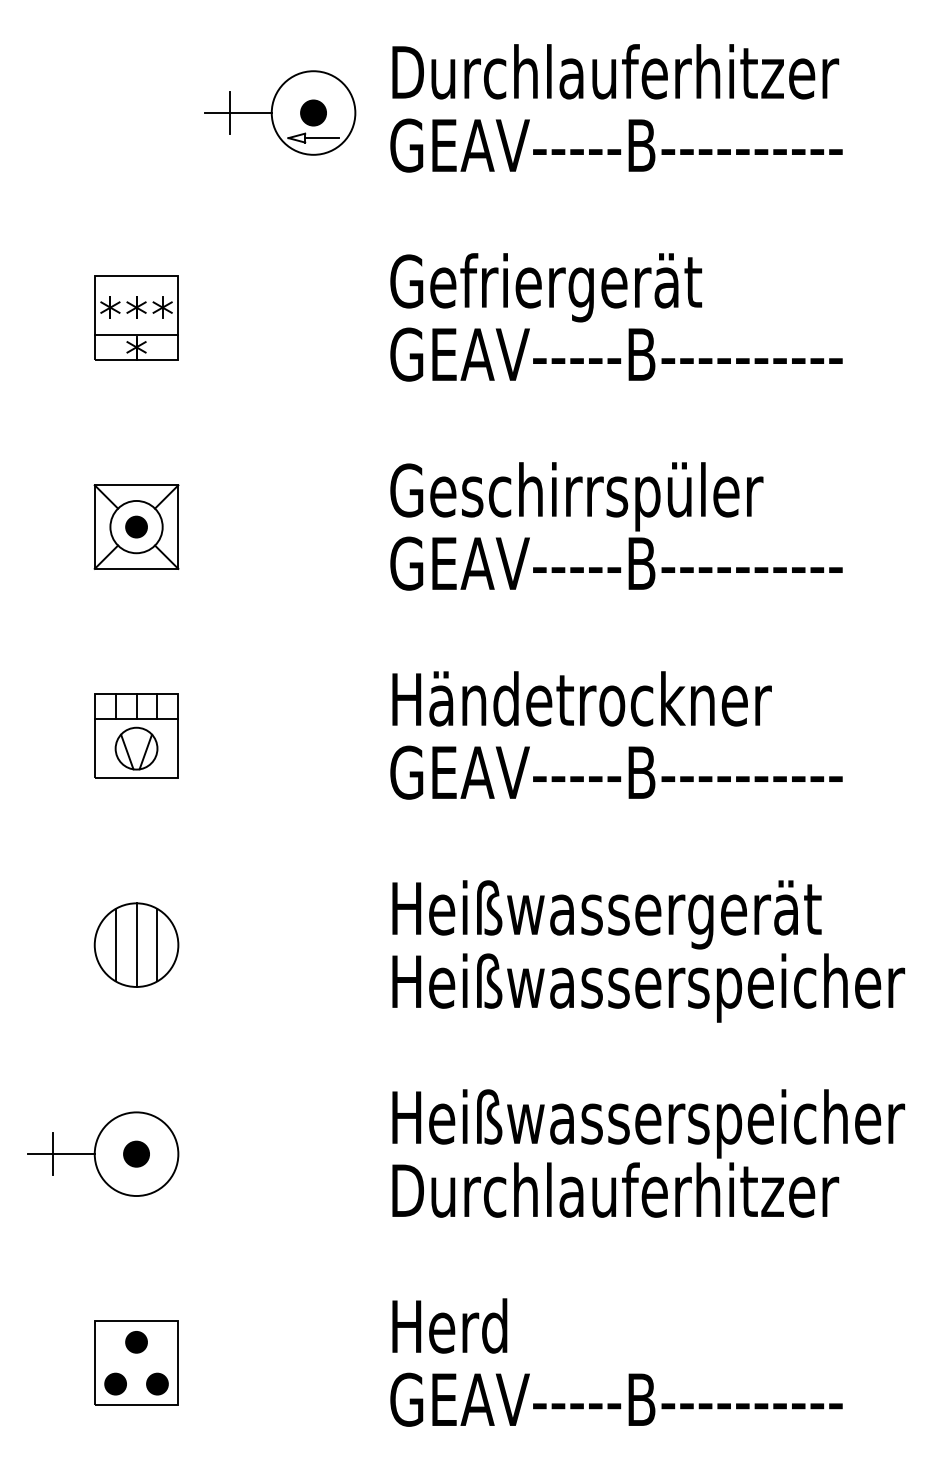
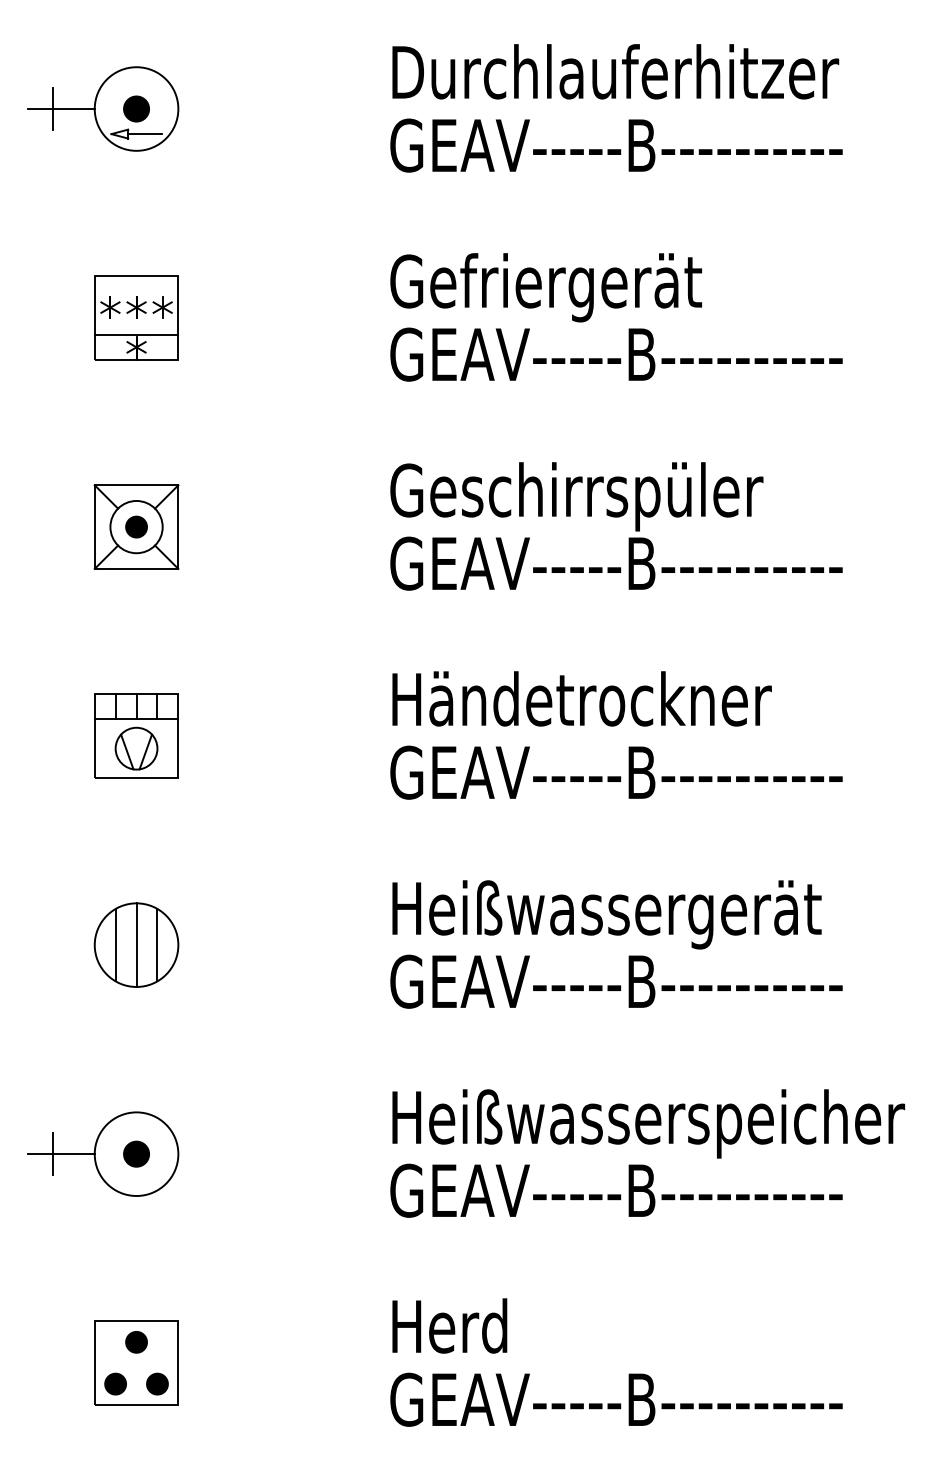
part at (280, 112) position: (280, 112) -> (103, 108)
text at (647, 987): Heißwasserspeicher -> GEAV-----B----------
text at (616, 1189): Durchlauferhitzer -> GEAV-----B----------
